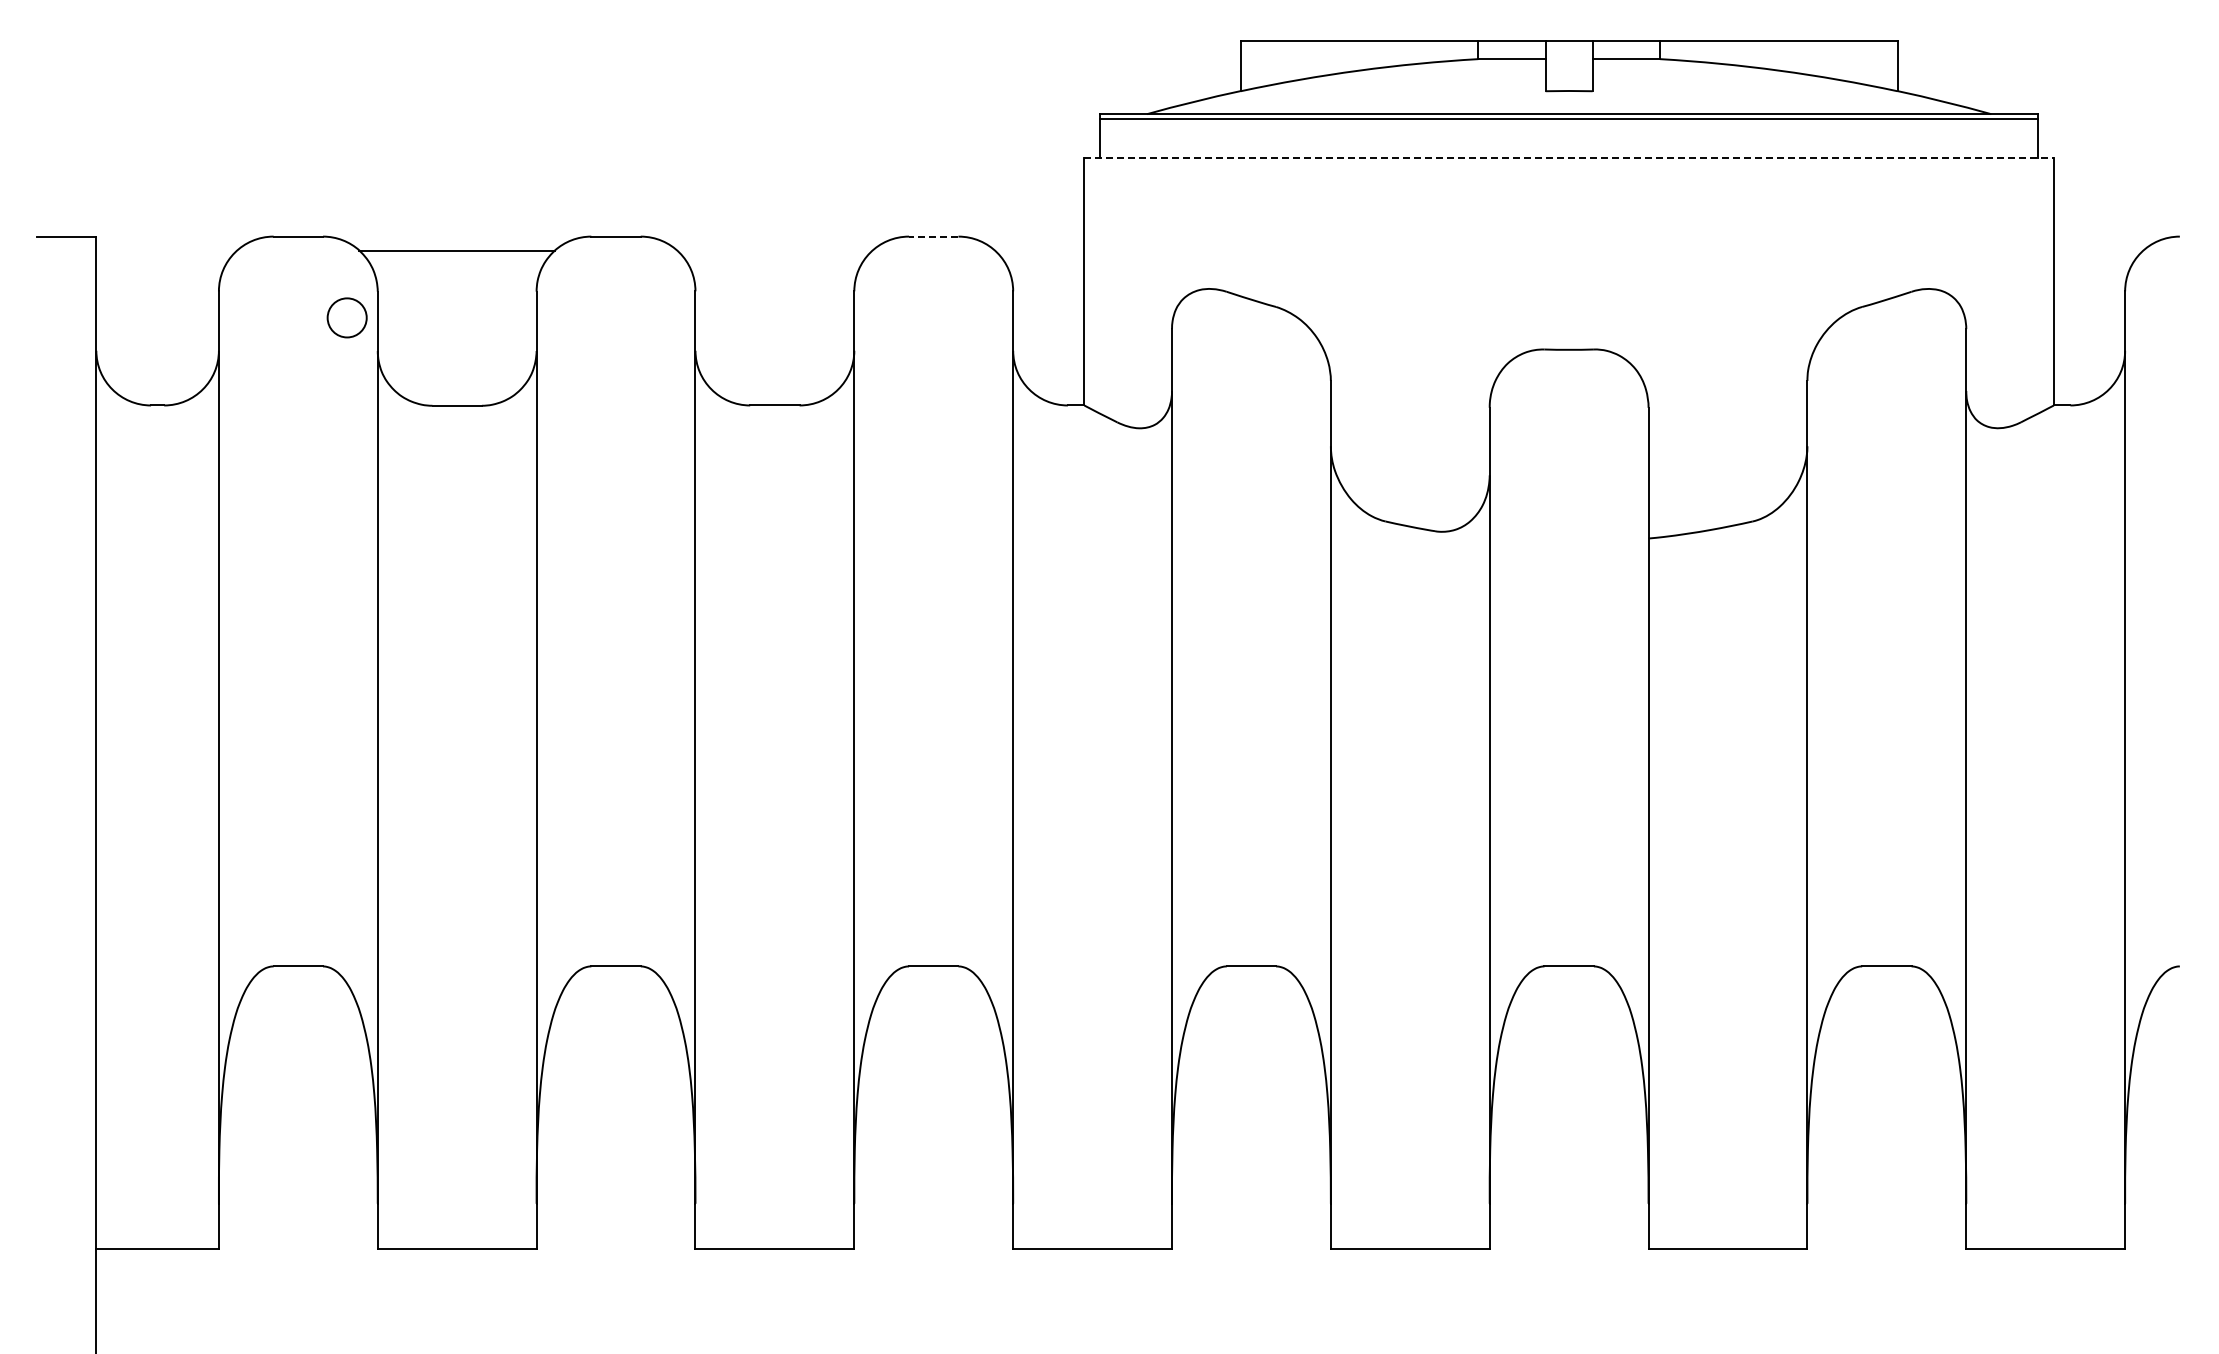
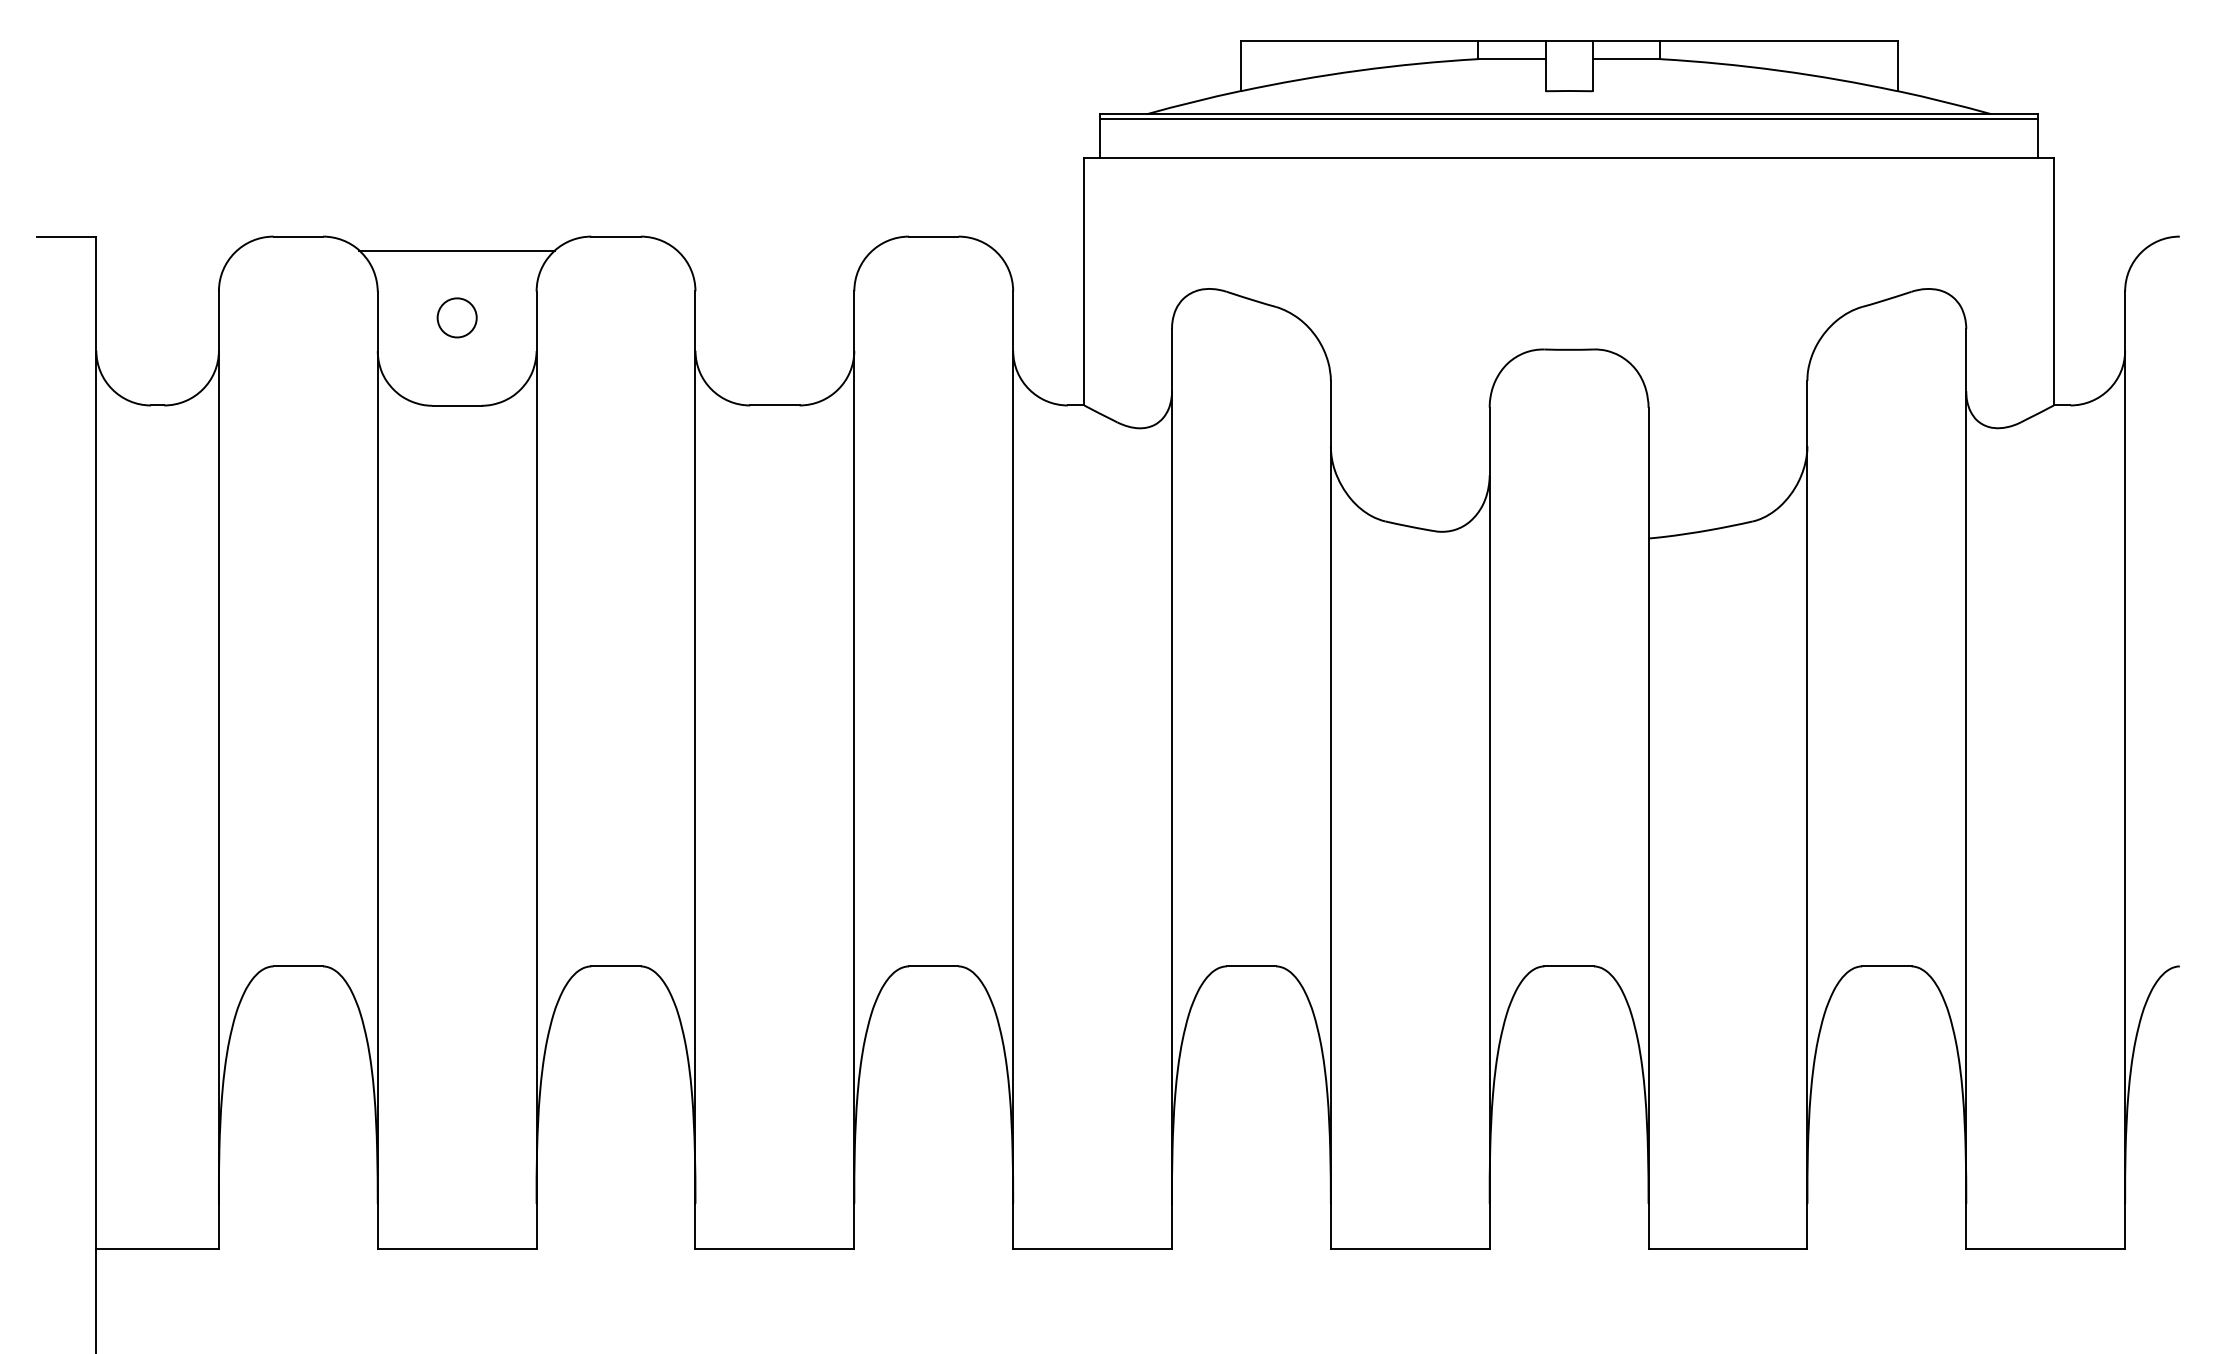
line at (1569, 158): dashed -> solid
line at (933, 236): dashed -> solid
circle at (346, 317) position: (346, 317) -> (456, 317)
